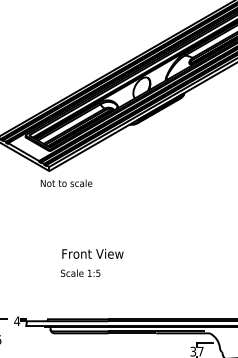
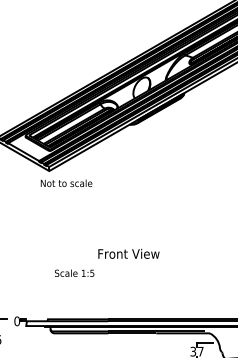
text at (92, 253) position: (92, 253) -> (128, 253)
text at (80, 272) position: (80, 272) -> (74, 272)
text at (17, 321): 4 -> 0
